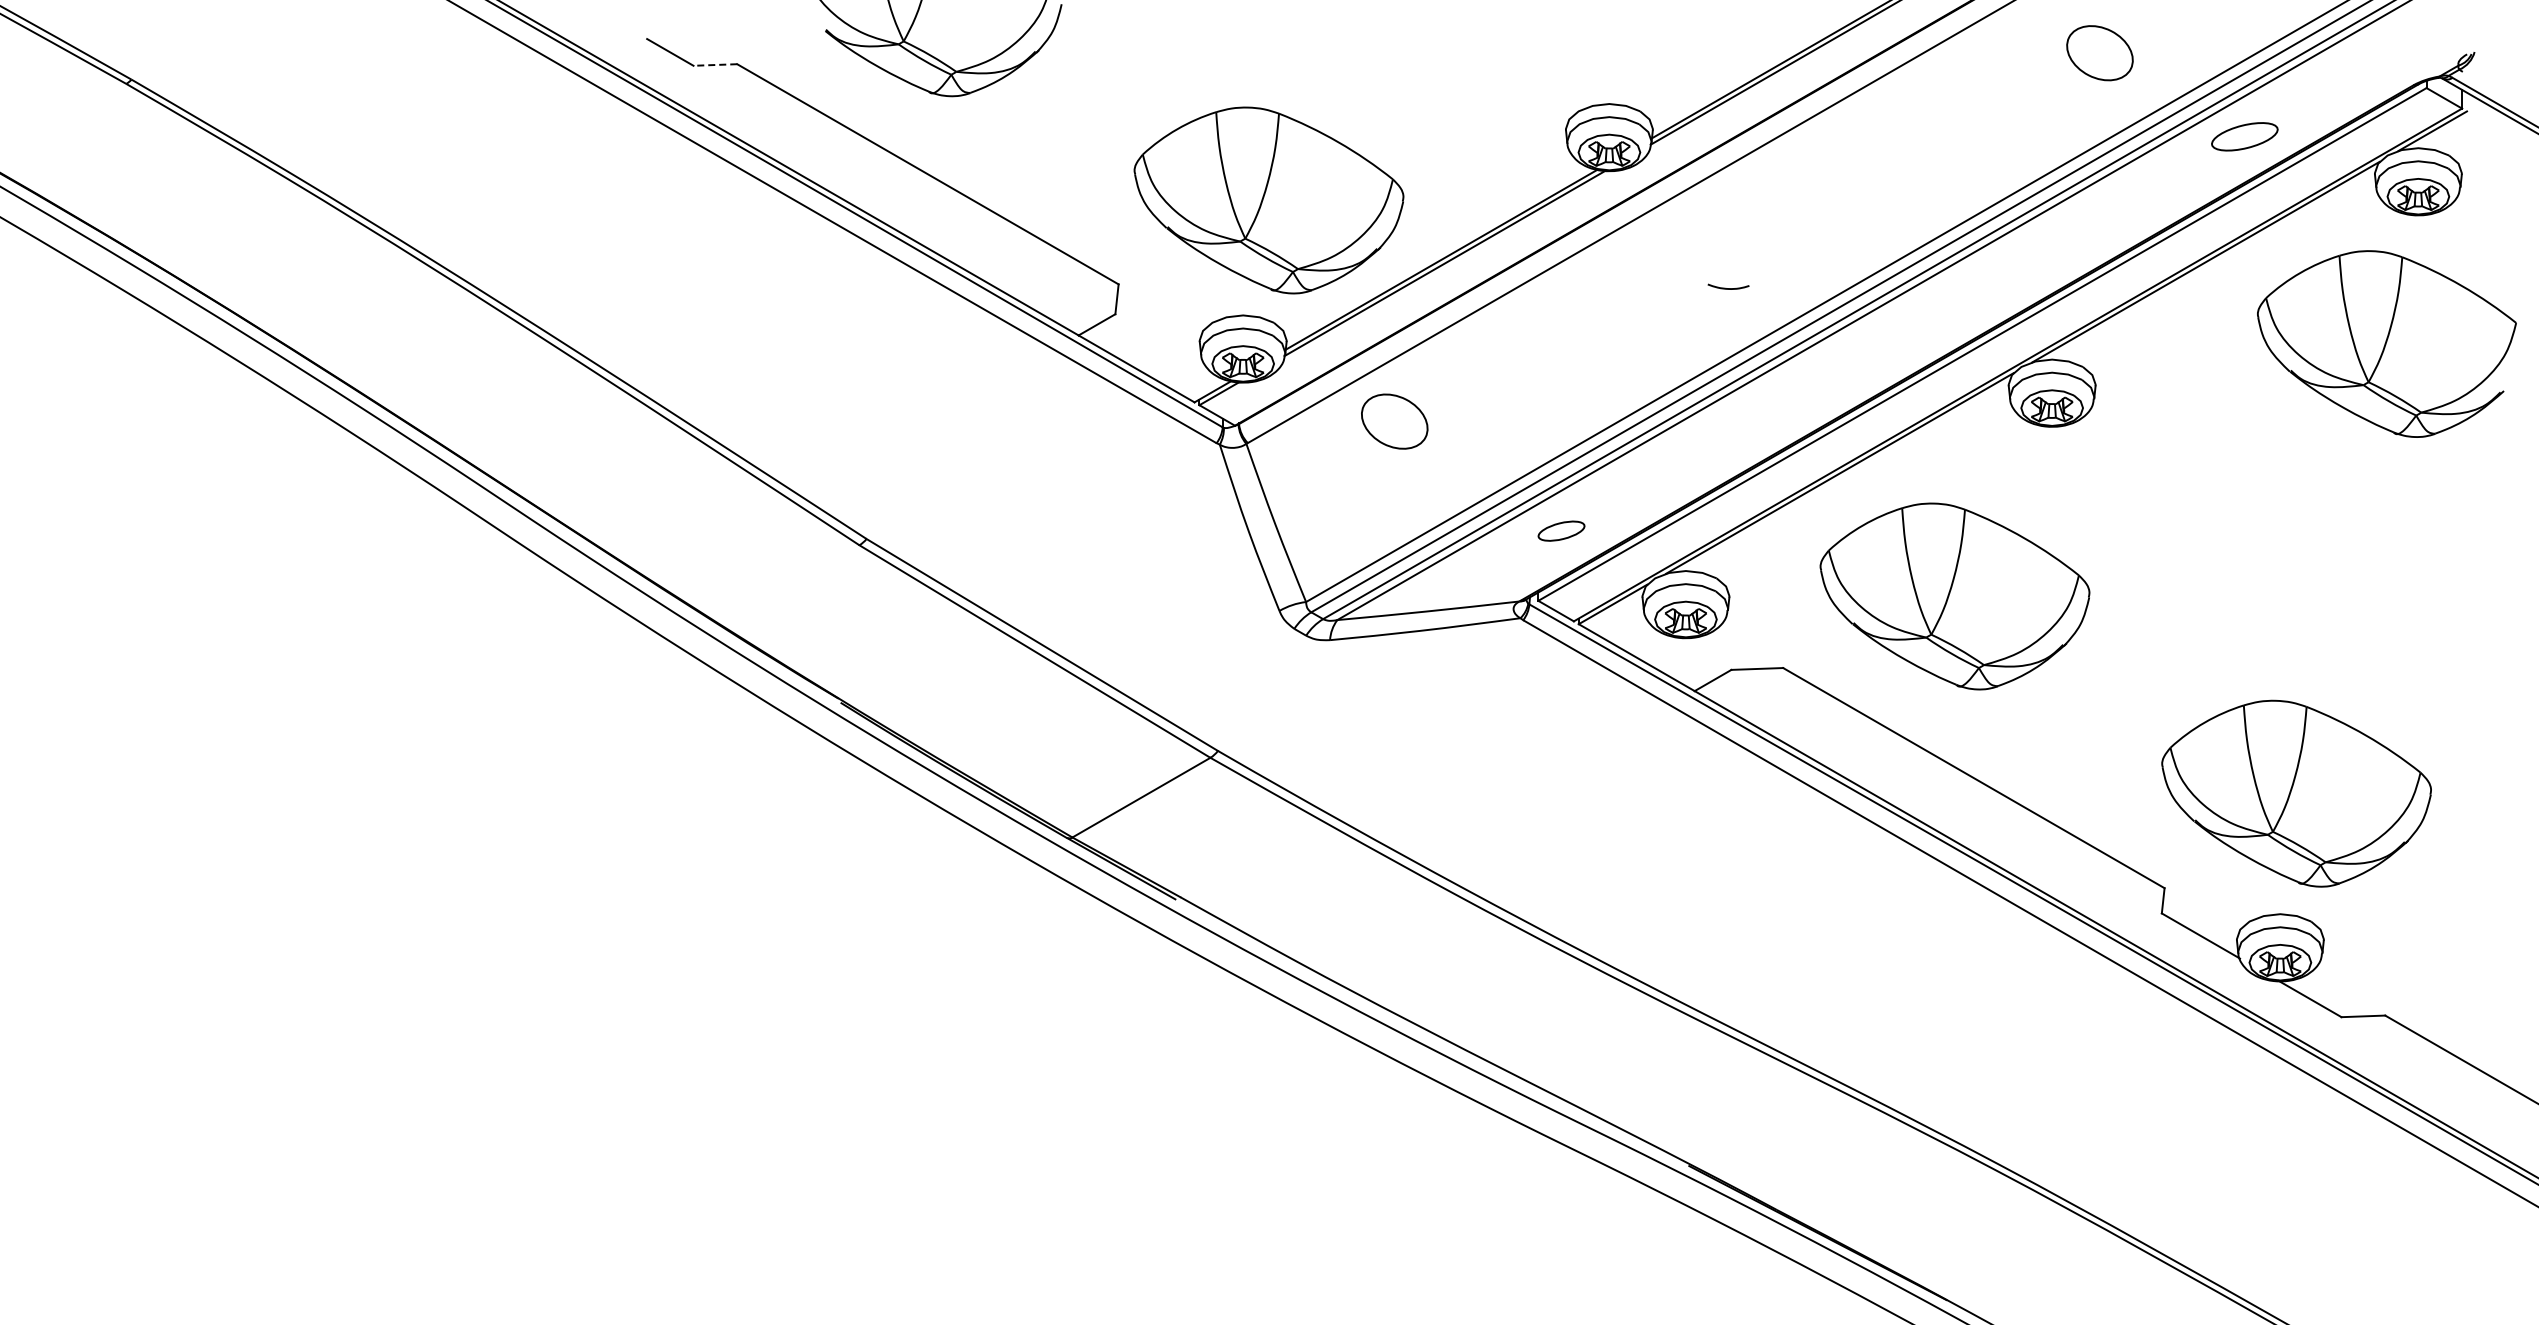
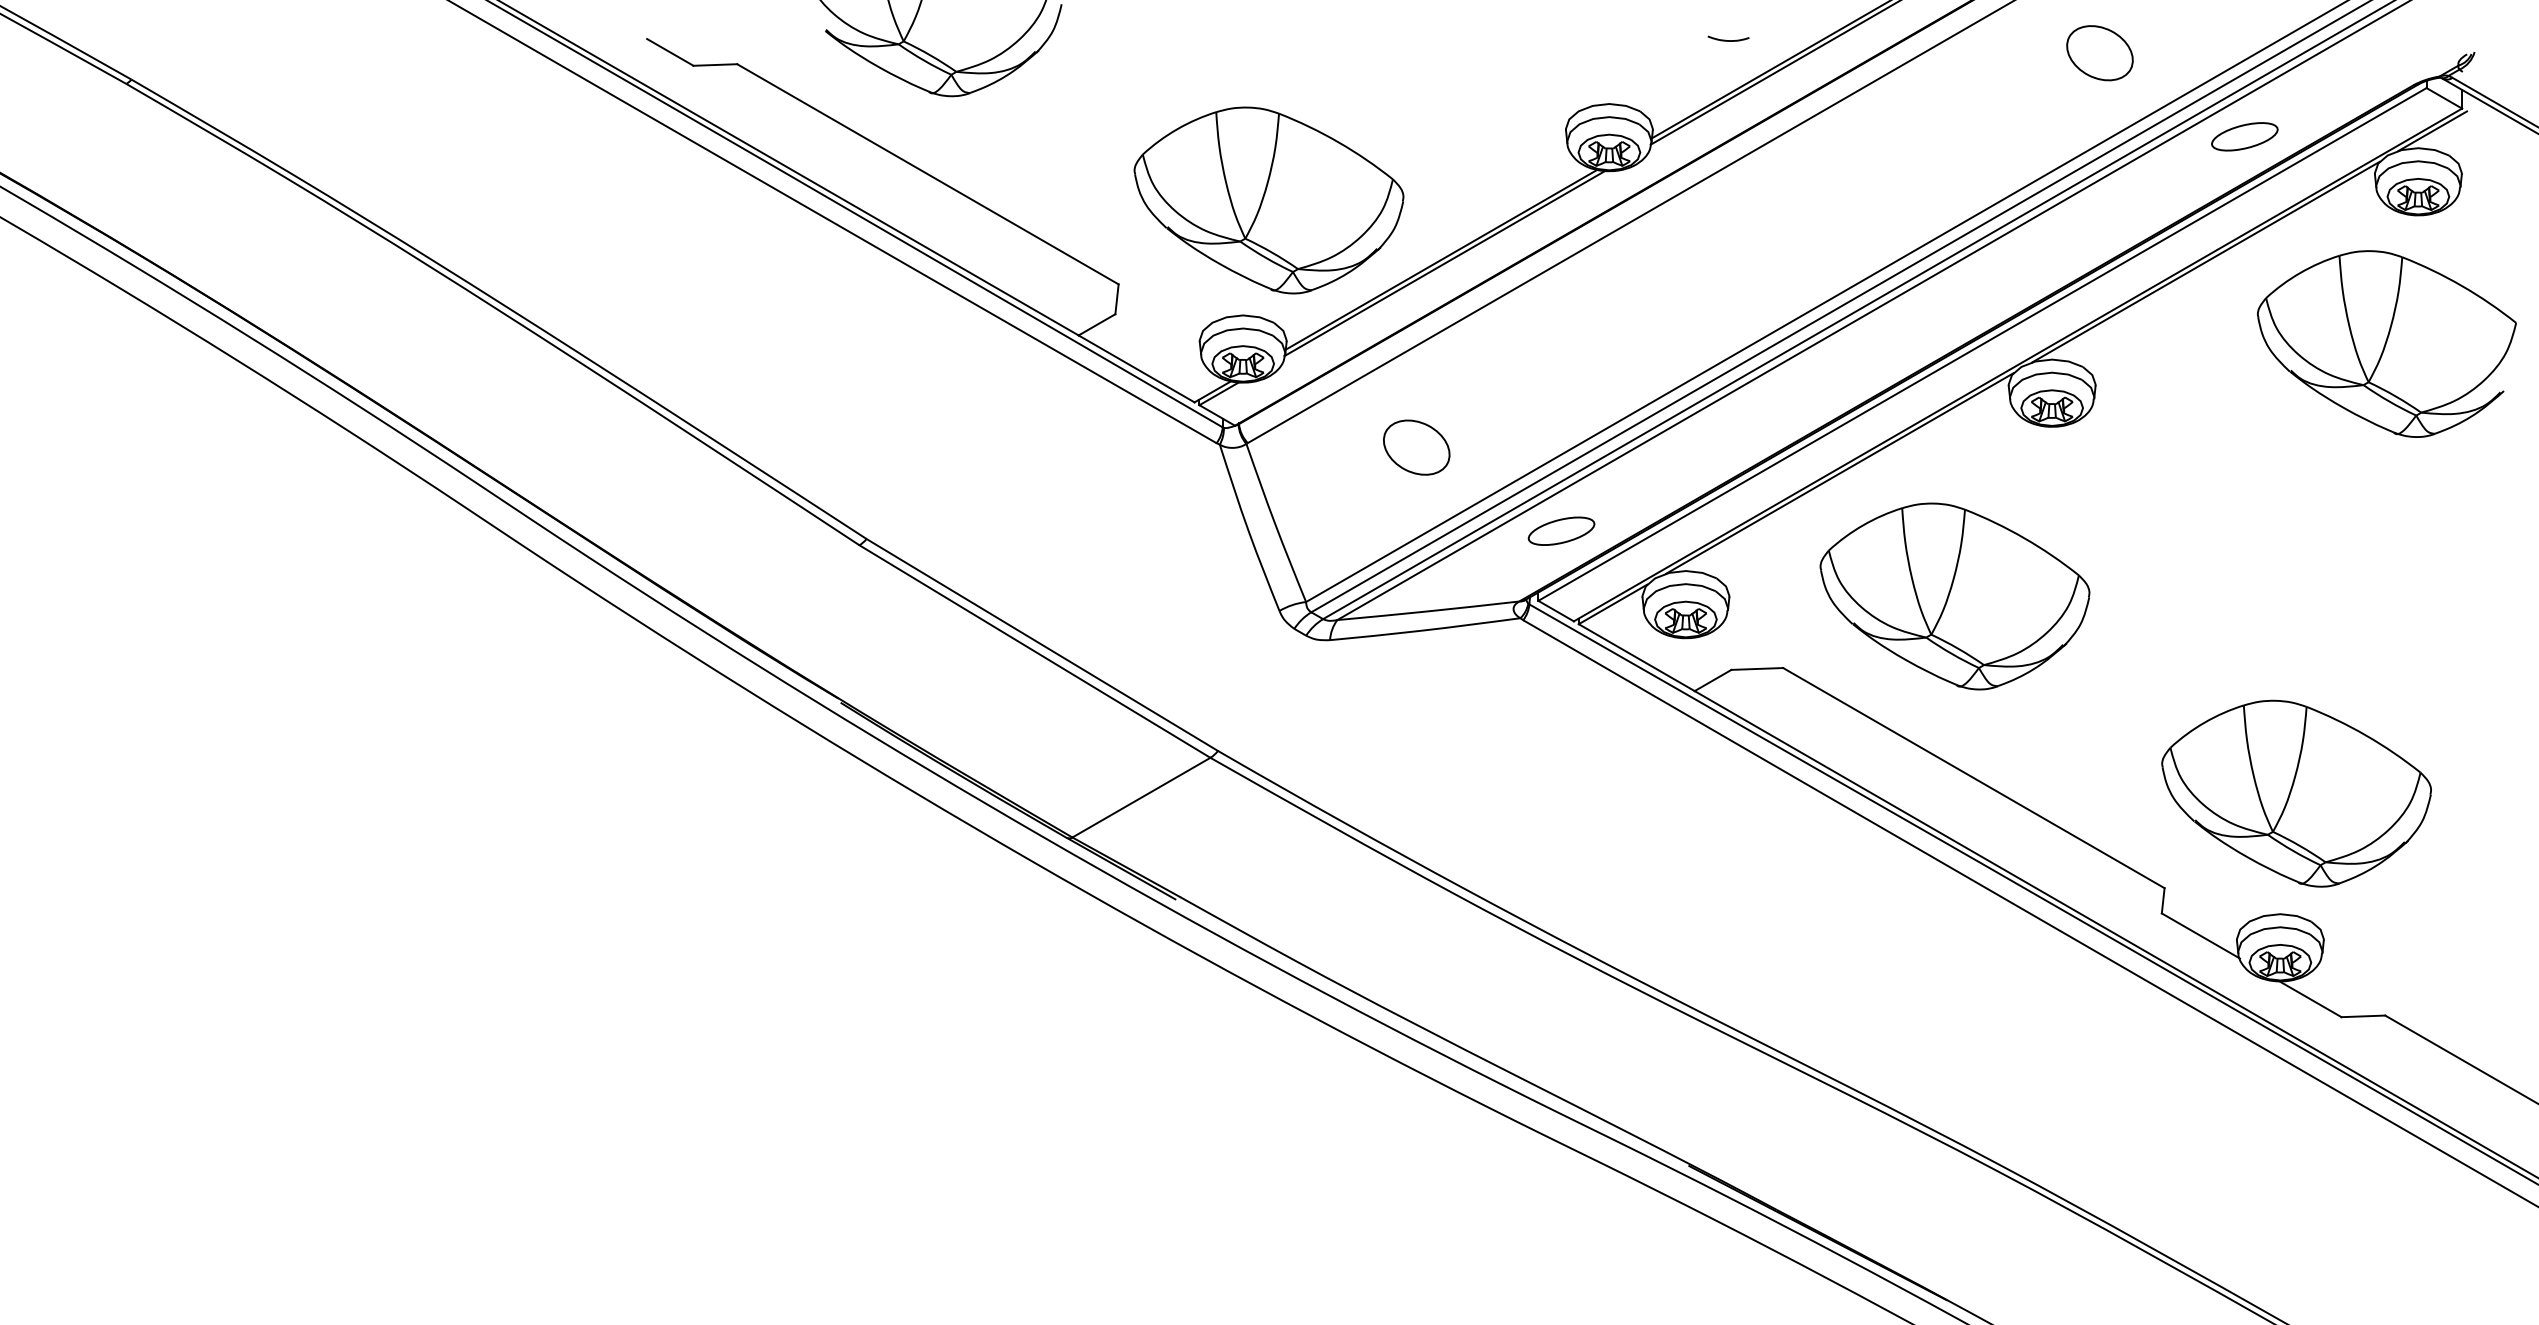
line at (715, 65): dashed -> solid
curve at (1728, 288) position: (1728, 288) -> (1728, 40)
part at (1394, 421) position: (1394, 421) -> (1416, 447)
part at (1561, 530) size: 49x22 px -> 69x30 px
